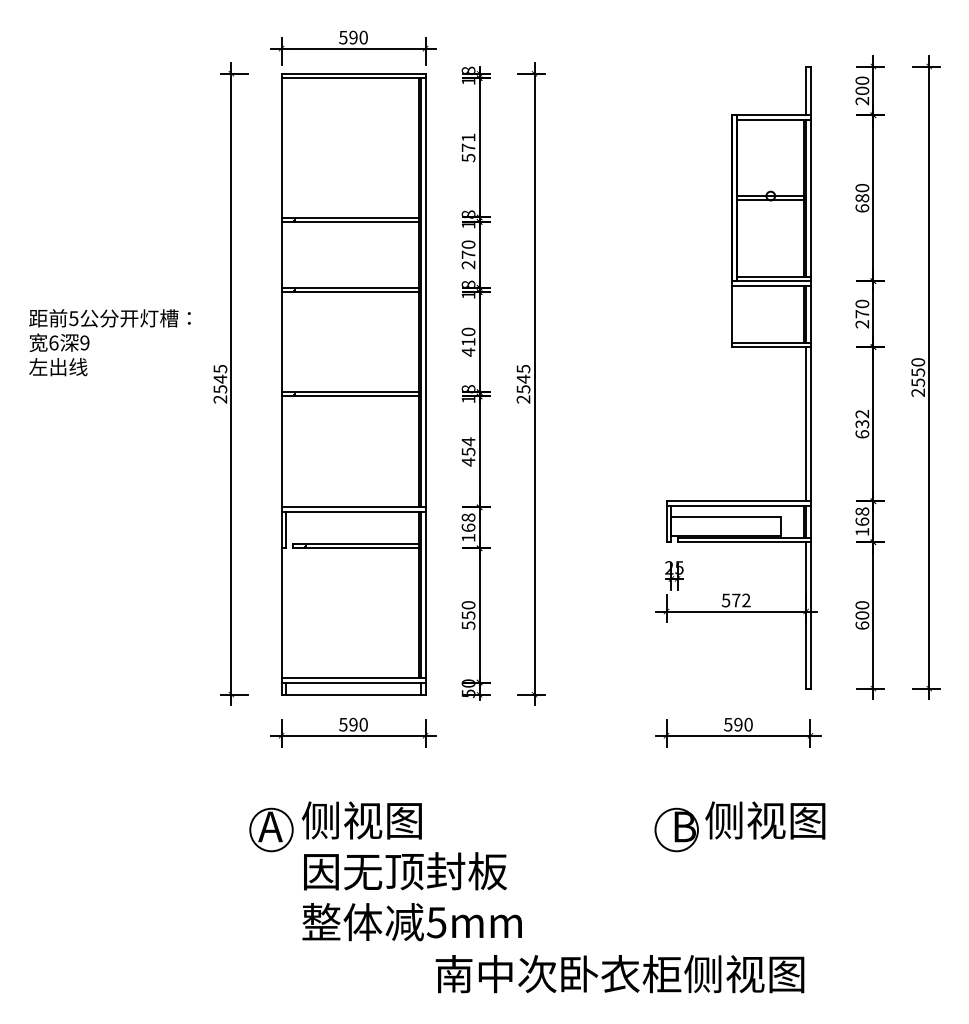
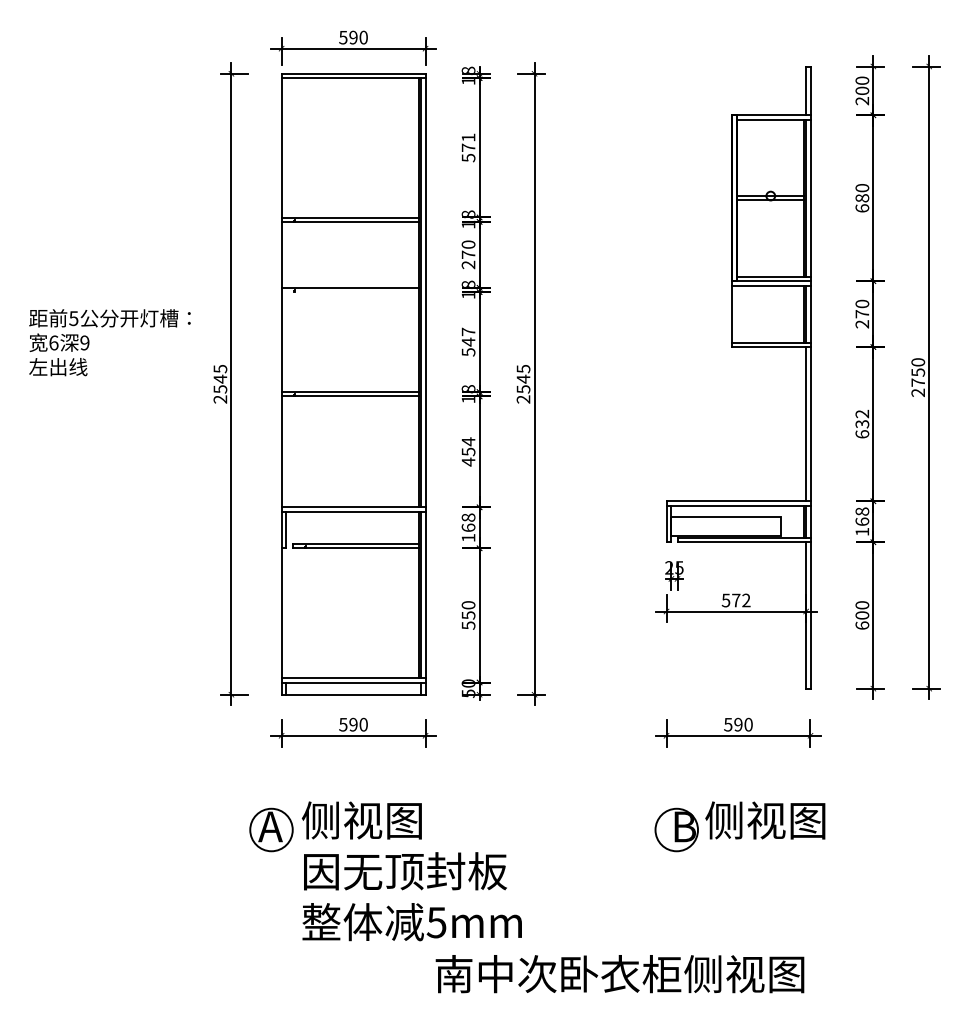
line at (349, 292): present -> none
text at (468, 341): 410 -> 547
text at (918, 382): 2550 -> 2750
